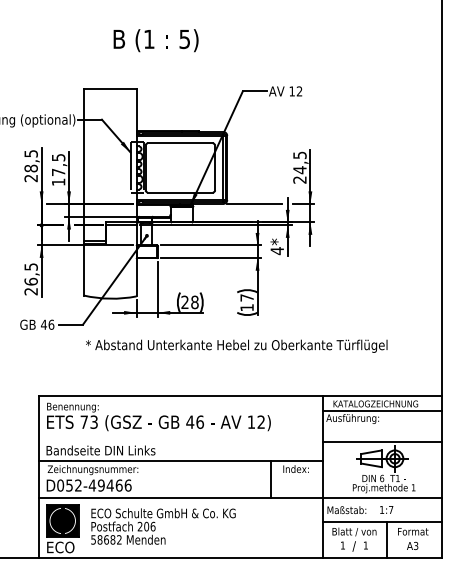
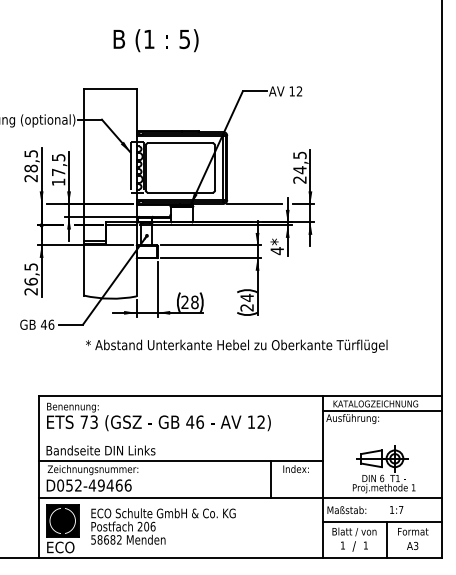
text at (246, 302): 17 -> 24
line at (382, 442): present -> none
text at (386, 509) position: (386, 509) -> (396, 509)
